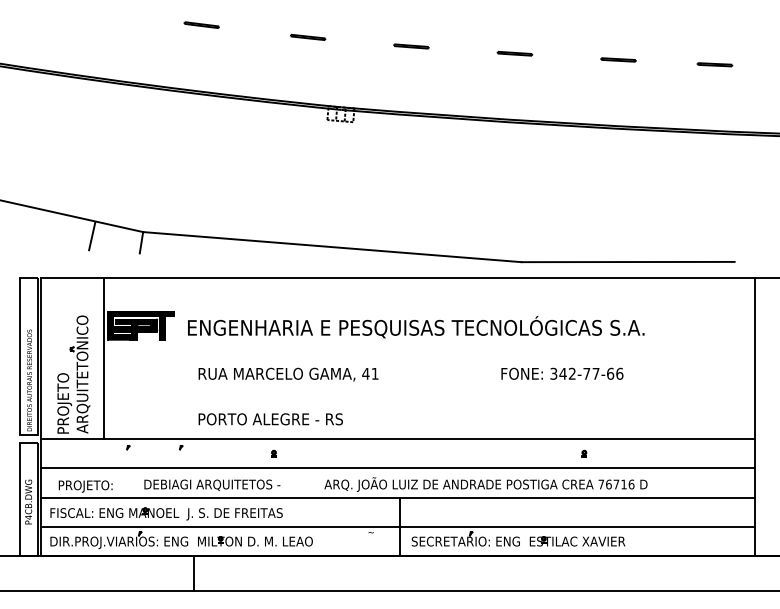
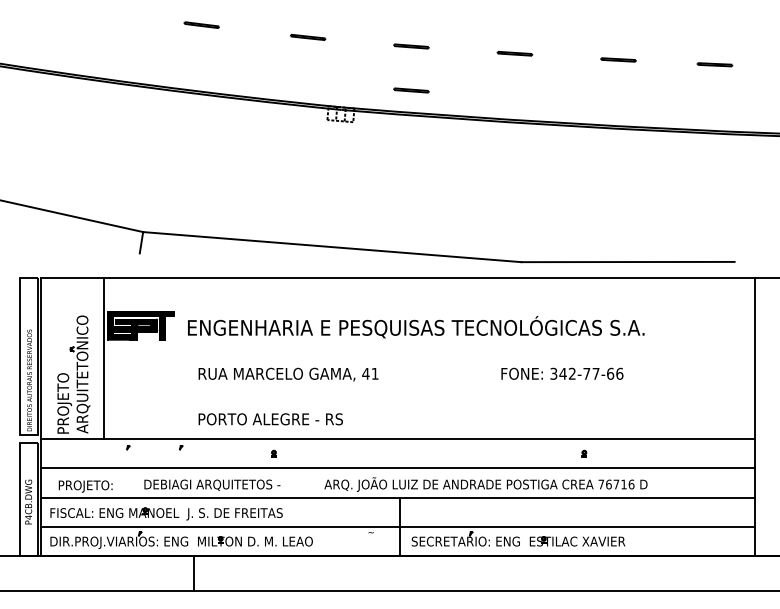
line at (411, 90): none -> present
line at (92, 236): present -> none
